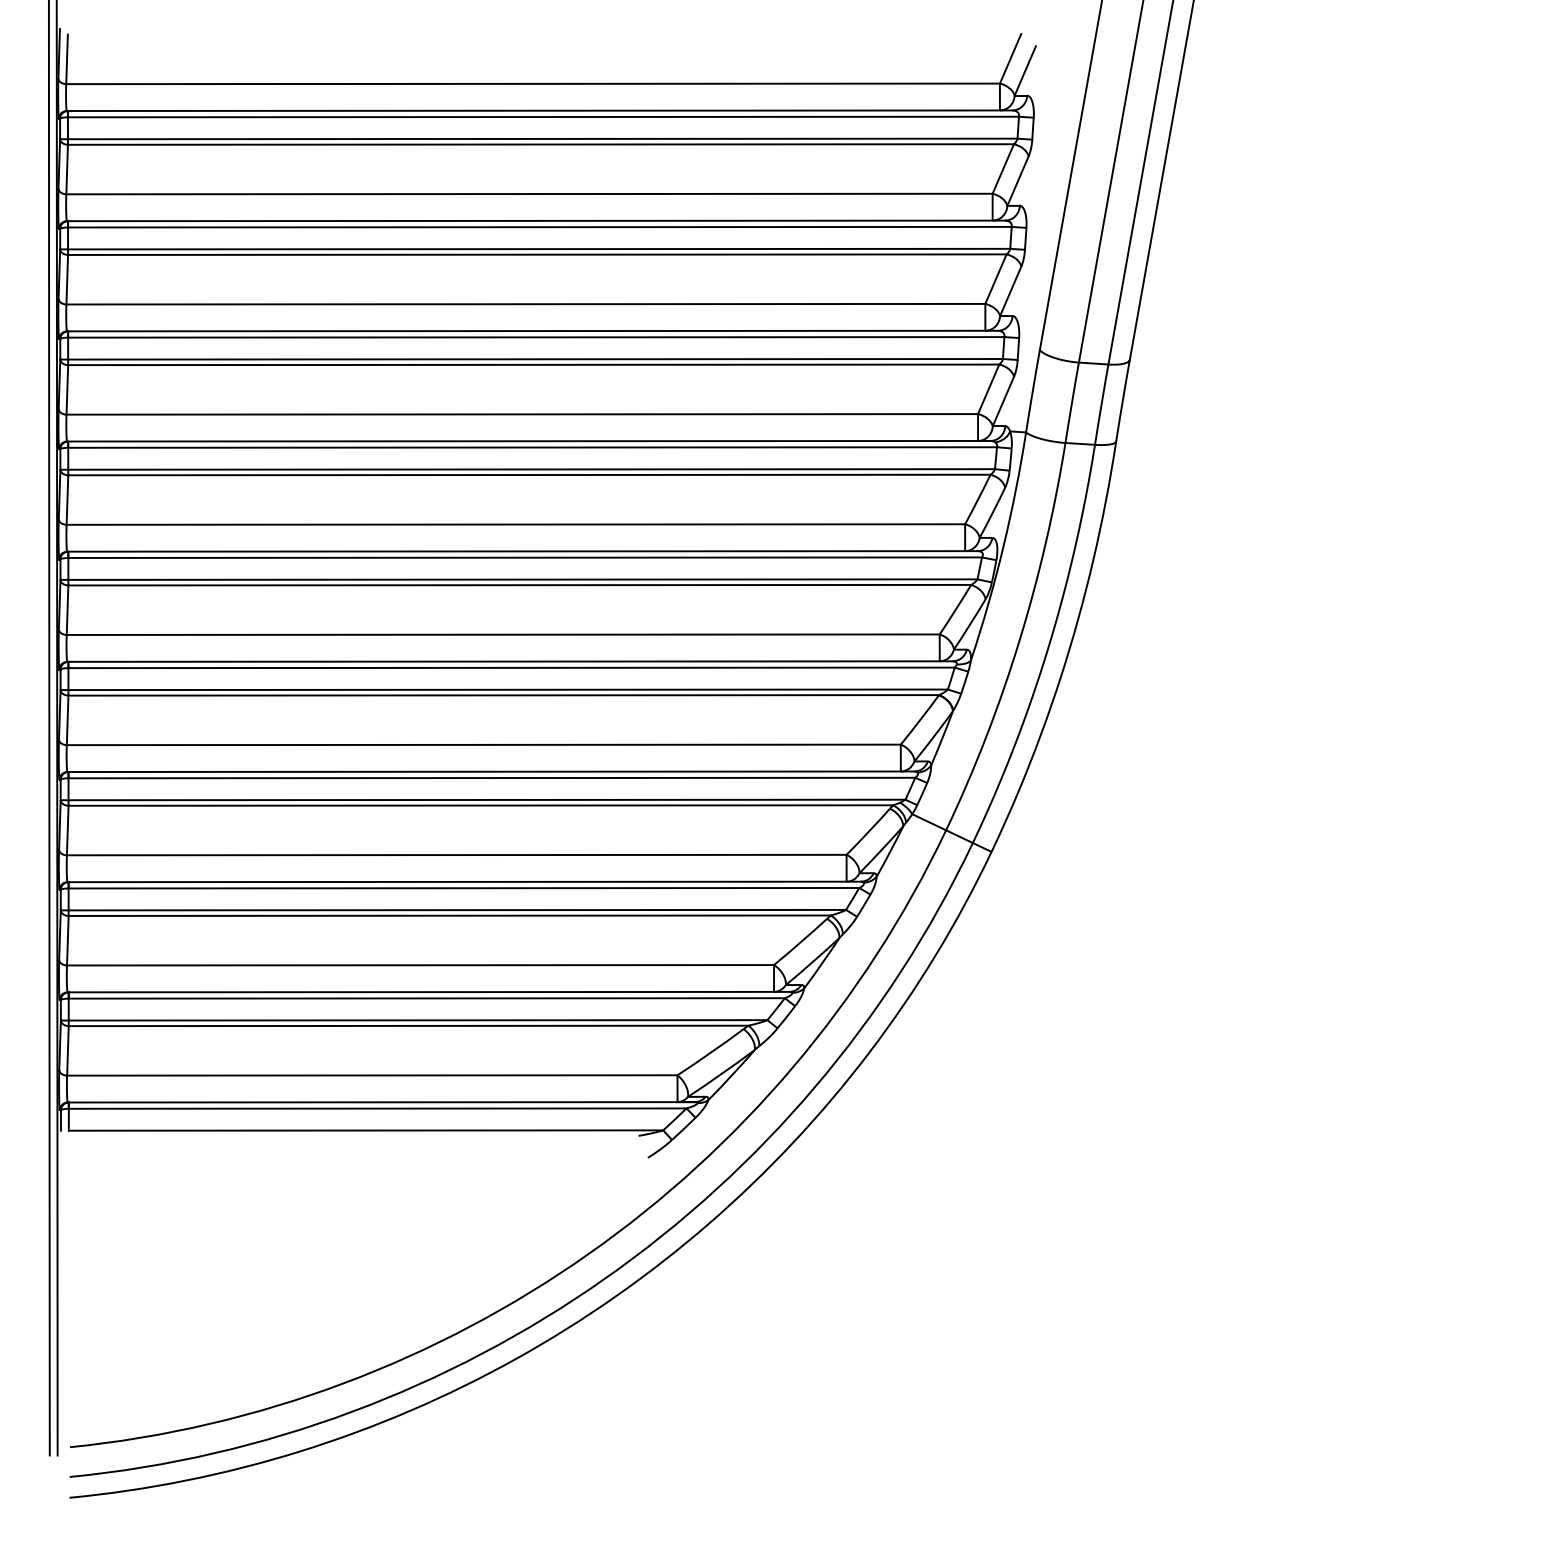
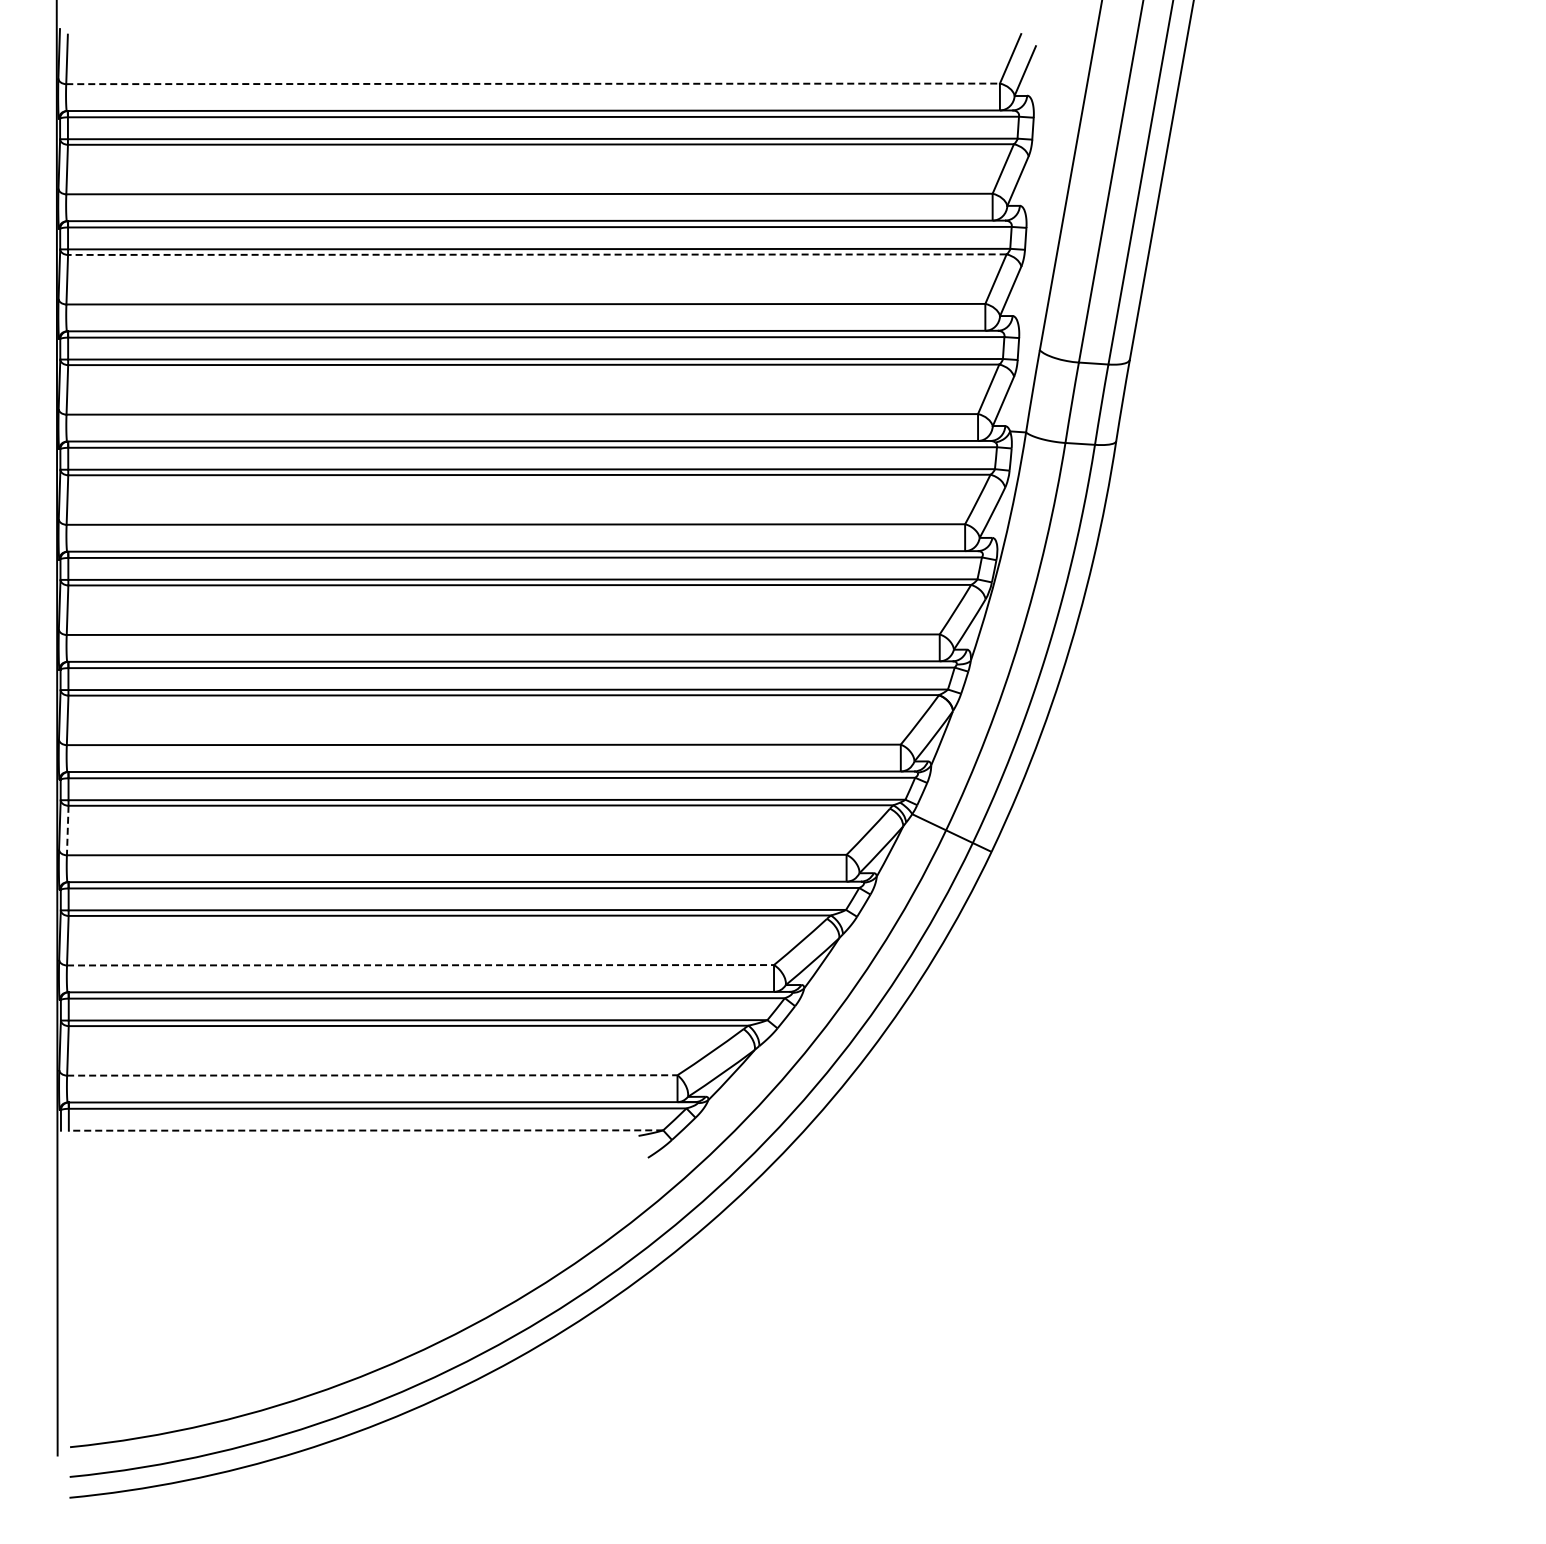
line at (533, 83): solid -> dashed
line at (536, 254): solid -> dashed
line at (48, 728): present -> none
line at (67, 830): solid -> dashed
line at (421, 965): solid -> dashed
line at (372, 1075): solid -> dashed
line at (365, 1130): solid -> dashed
